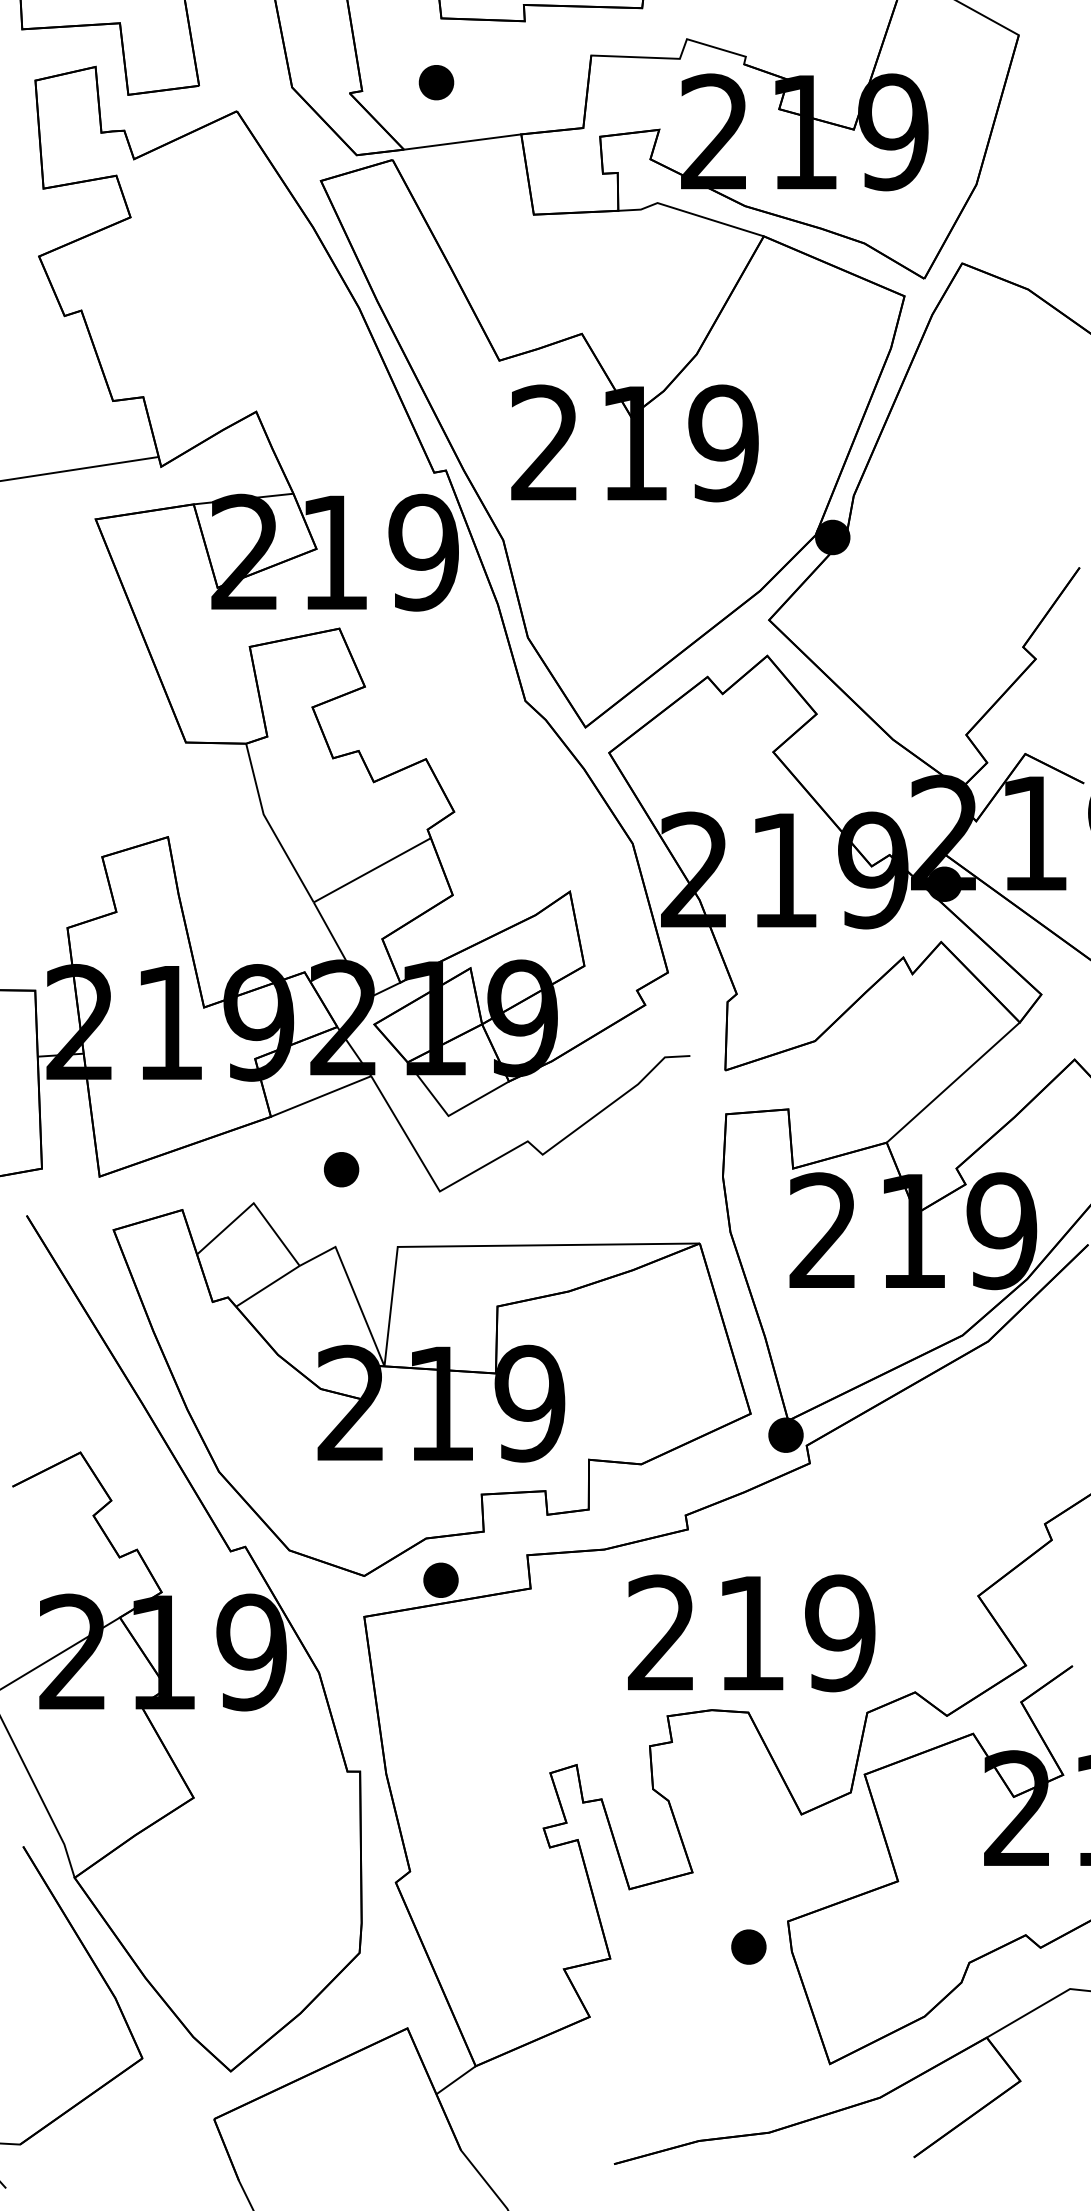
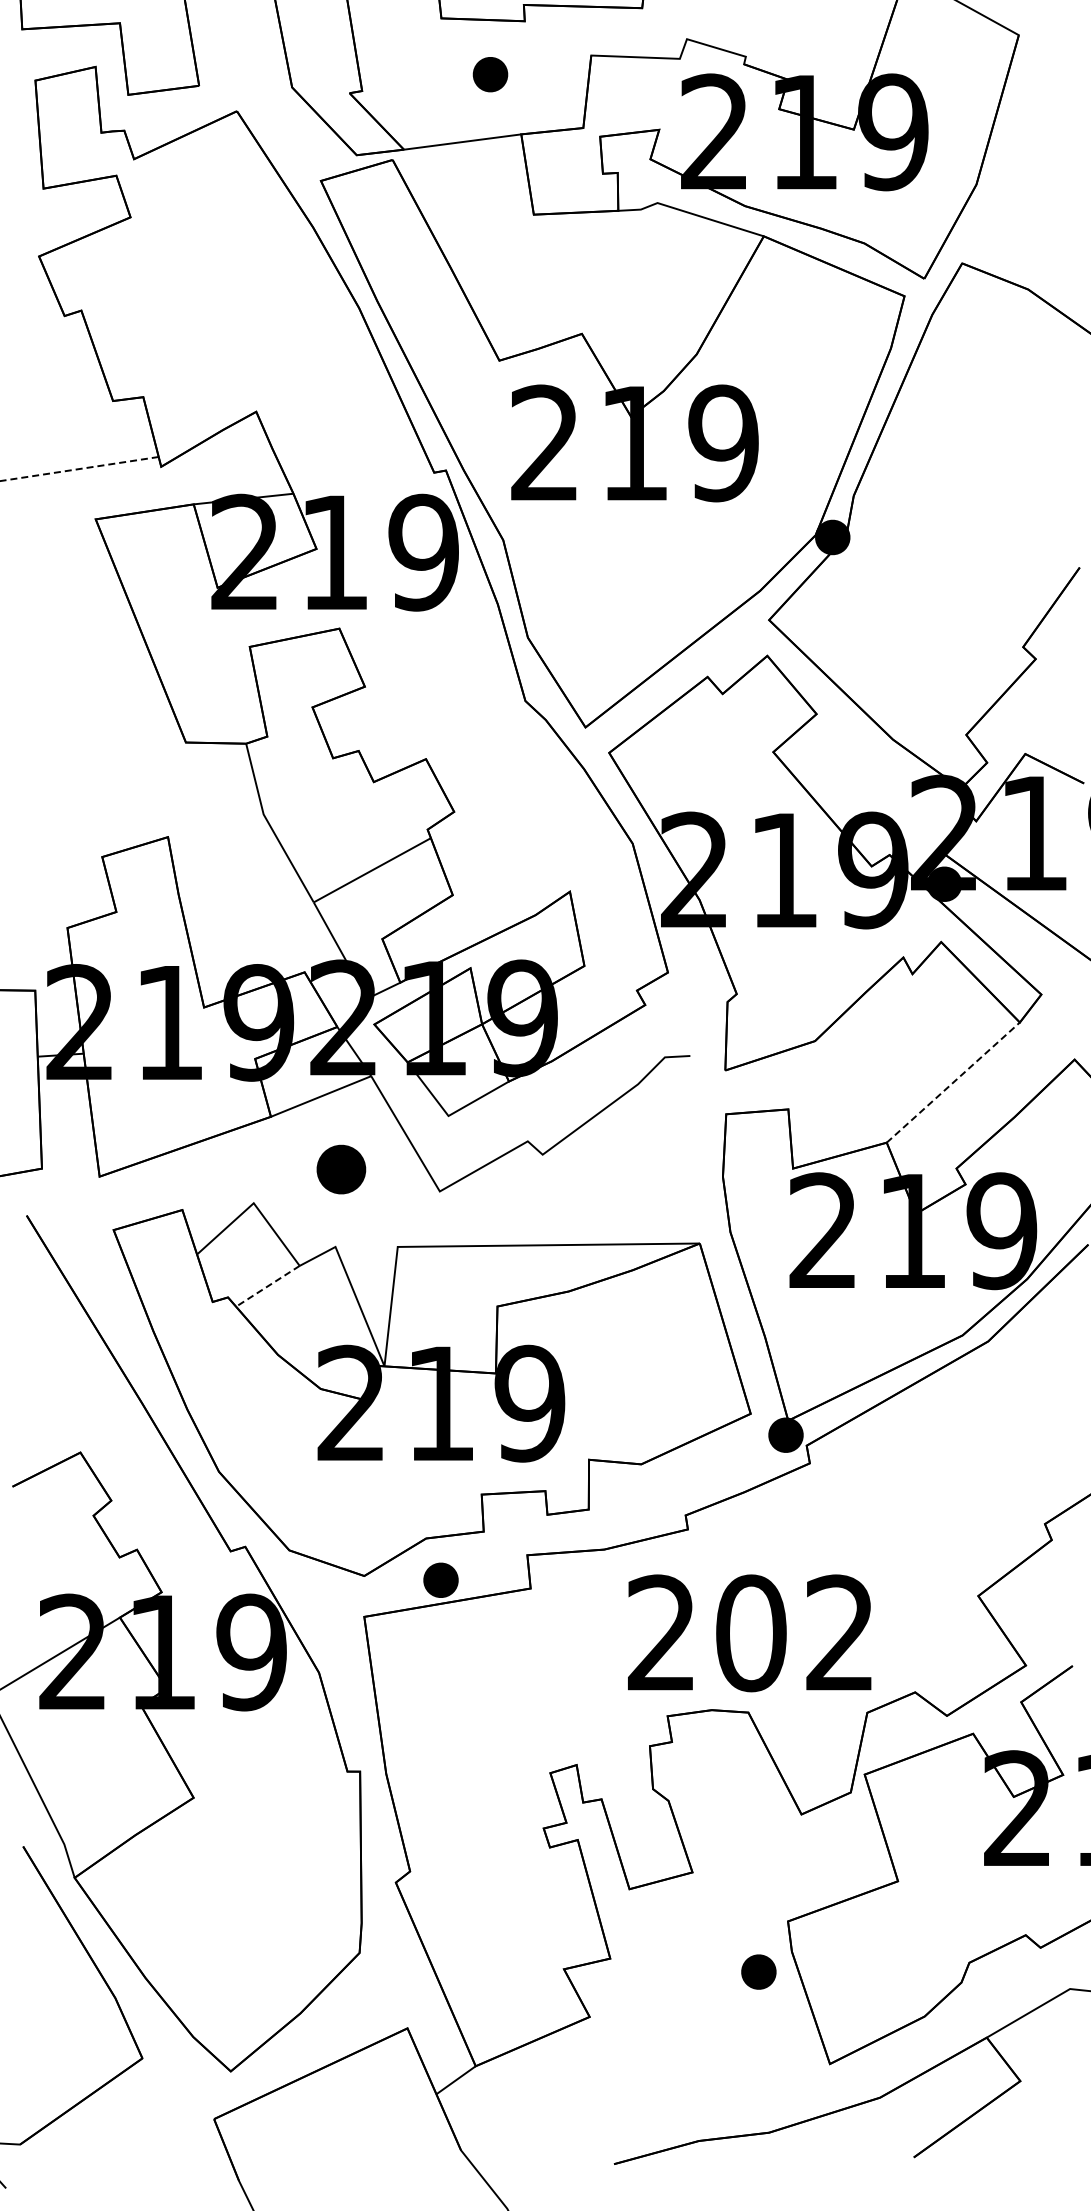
part at (436, 82) position: (436, 82) -> (490, 74)
line at (79, 469): solid -> dashed
line at (953, 1082): solid -> dashed
part at (341, 1169) size: 36x36 px -> 51x51 px
line at (267, 1286): solid -> dashed
text at (795, 1633): 219 -> 202
part at (748, 1946) position: (748, 1946) -> (758, 1971)
